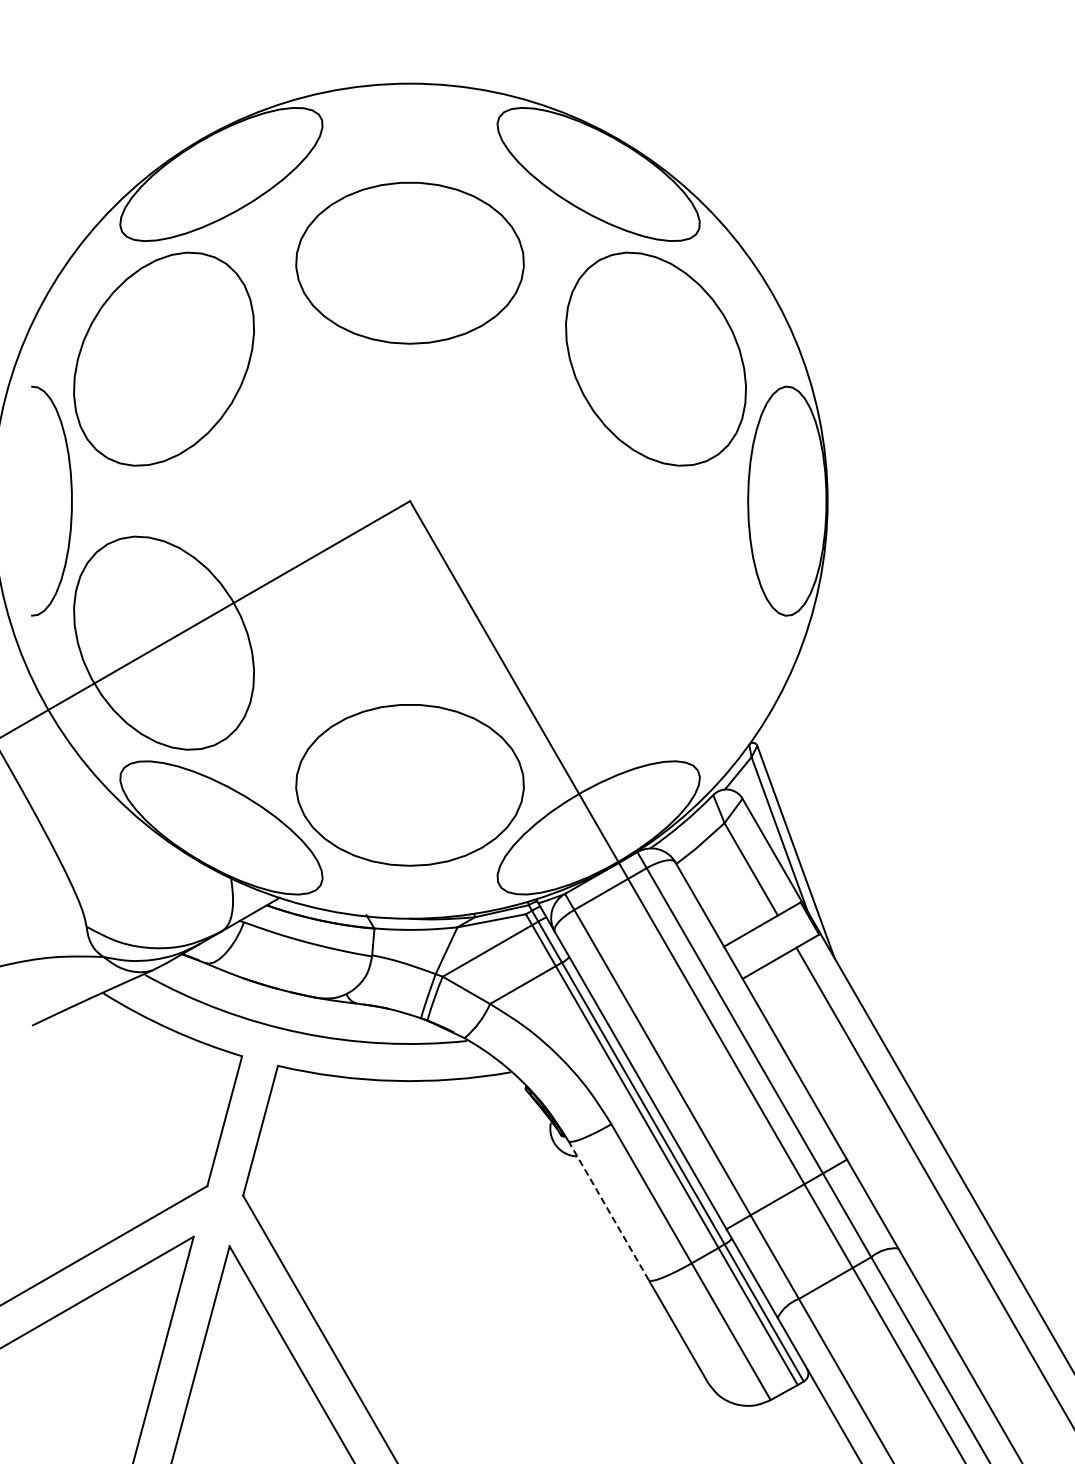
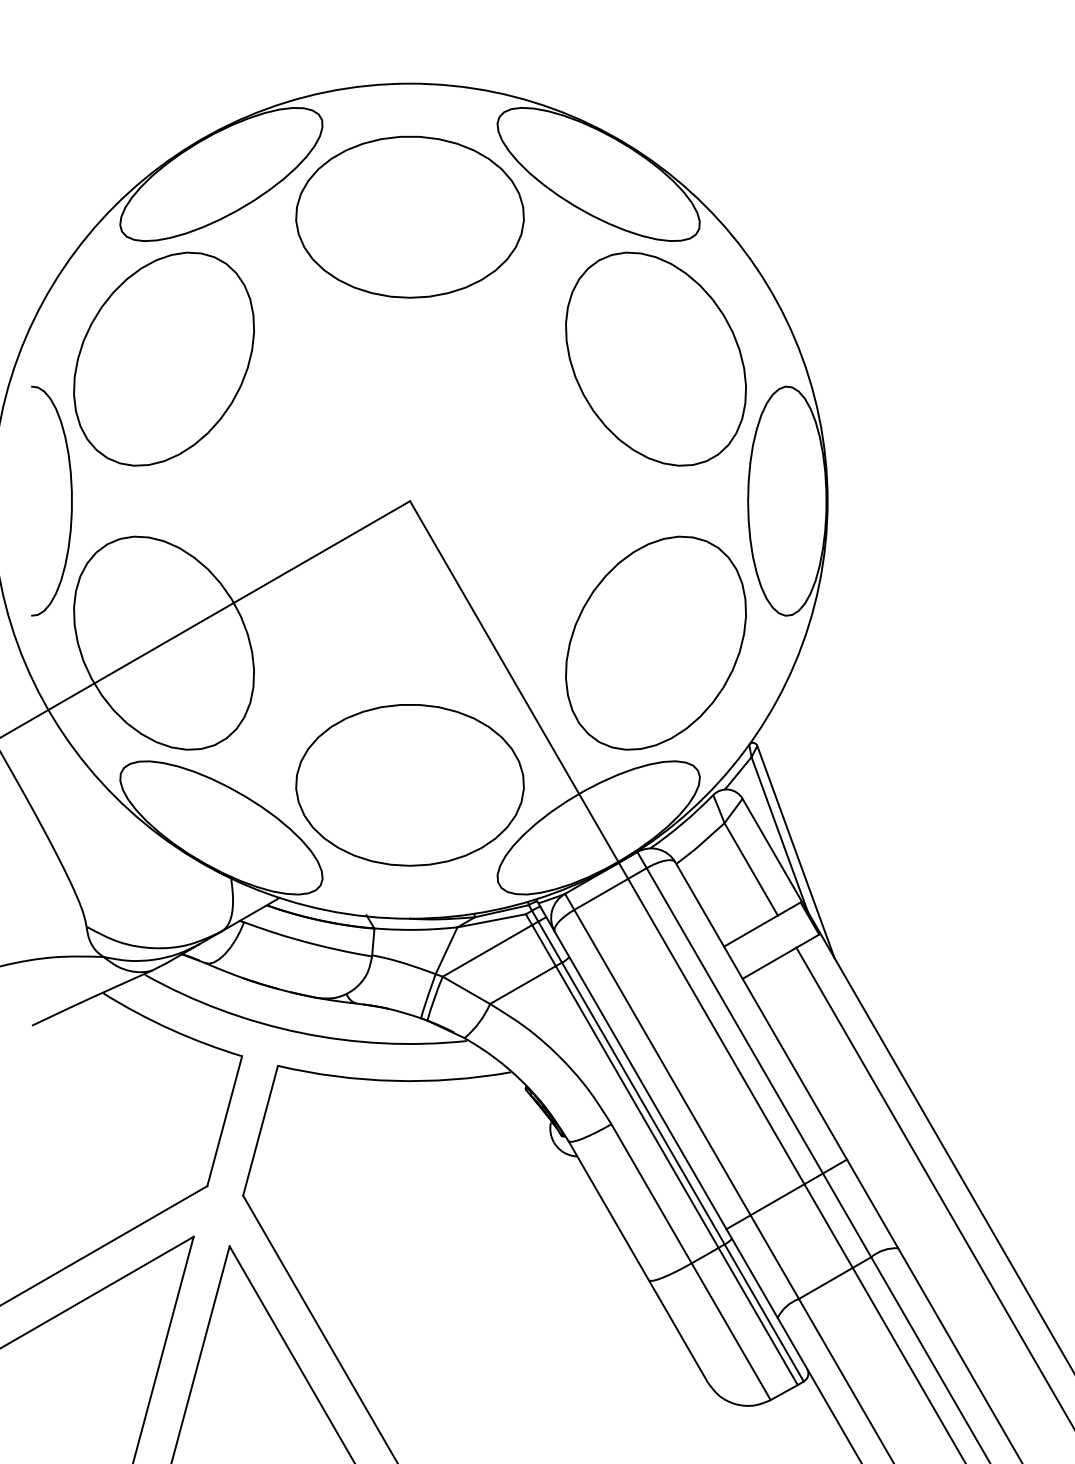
part at (409, 262) position: (409, 262) -> (409, 216)
part at (655, 642): none -> present
line at (608, 1210): dashed -> solid
